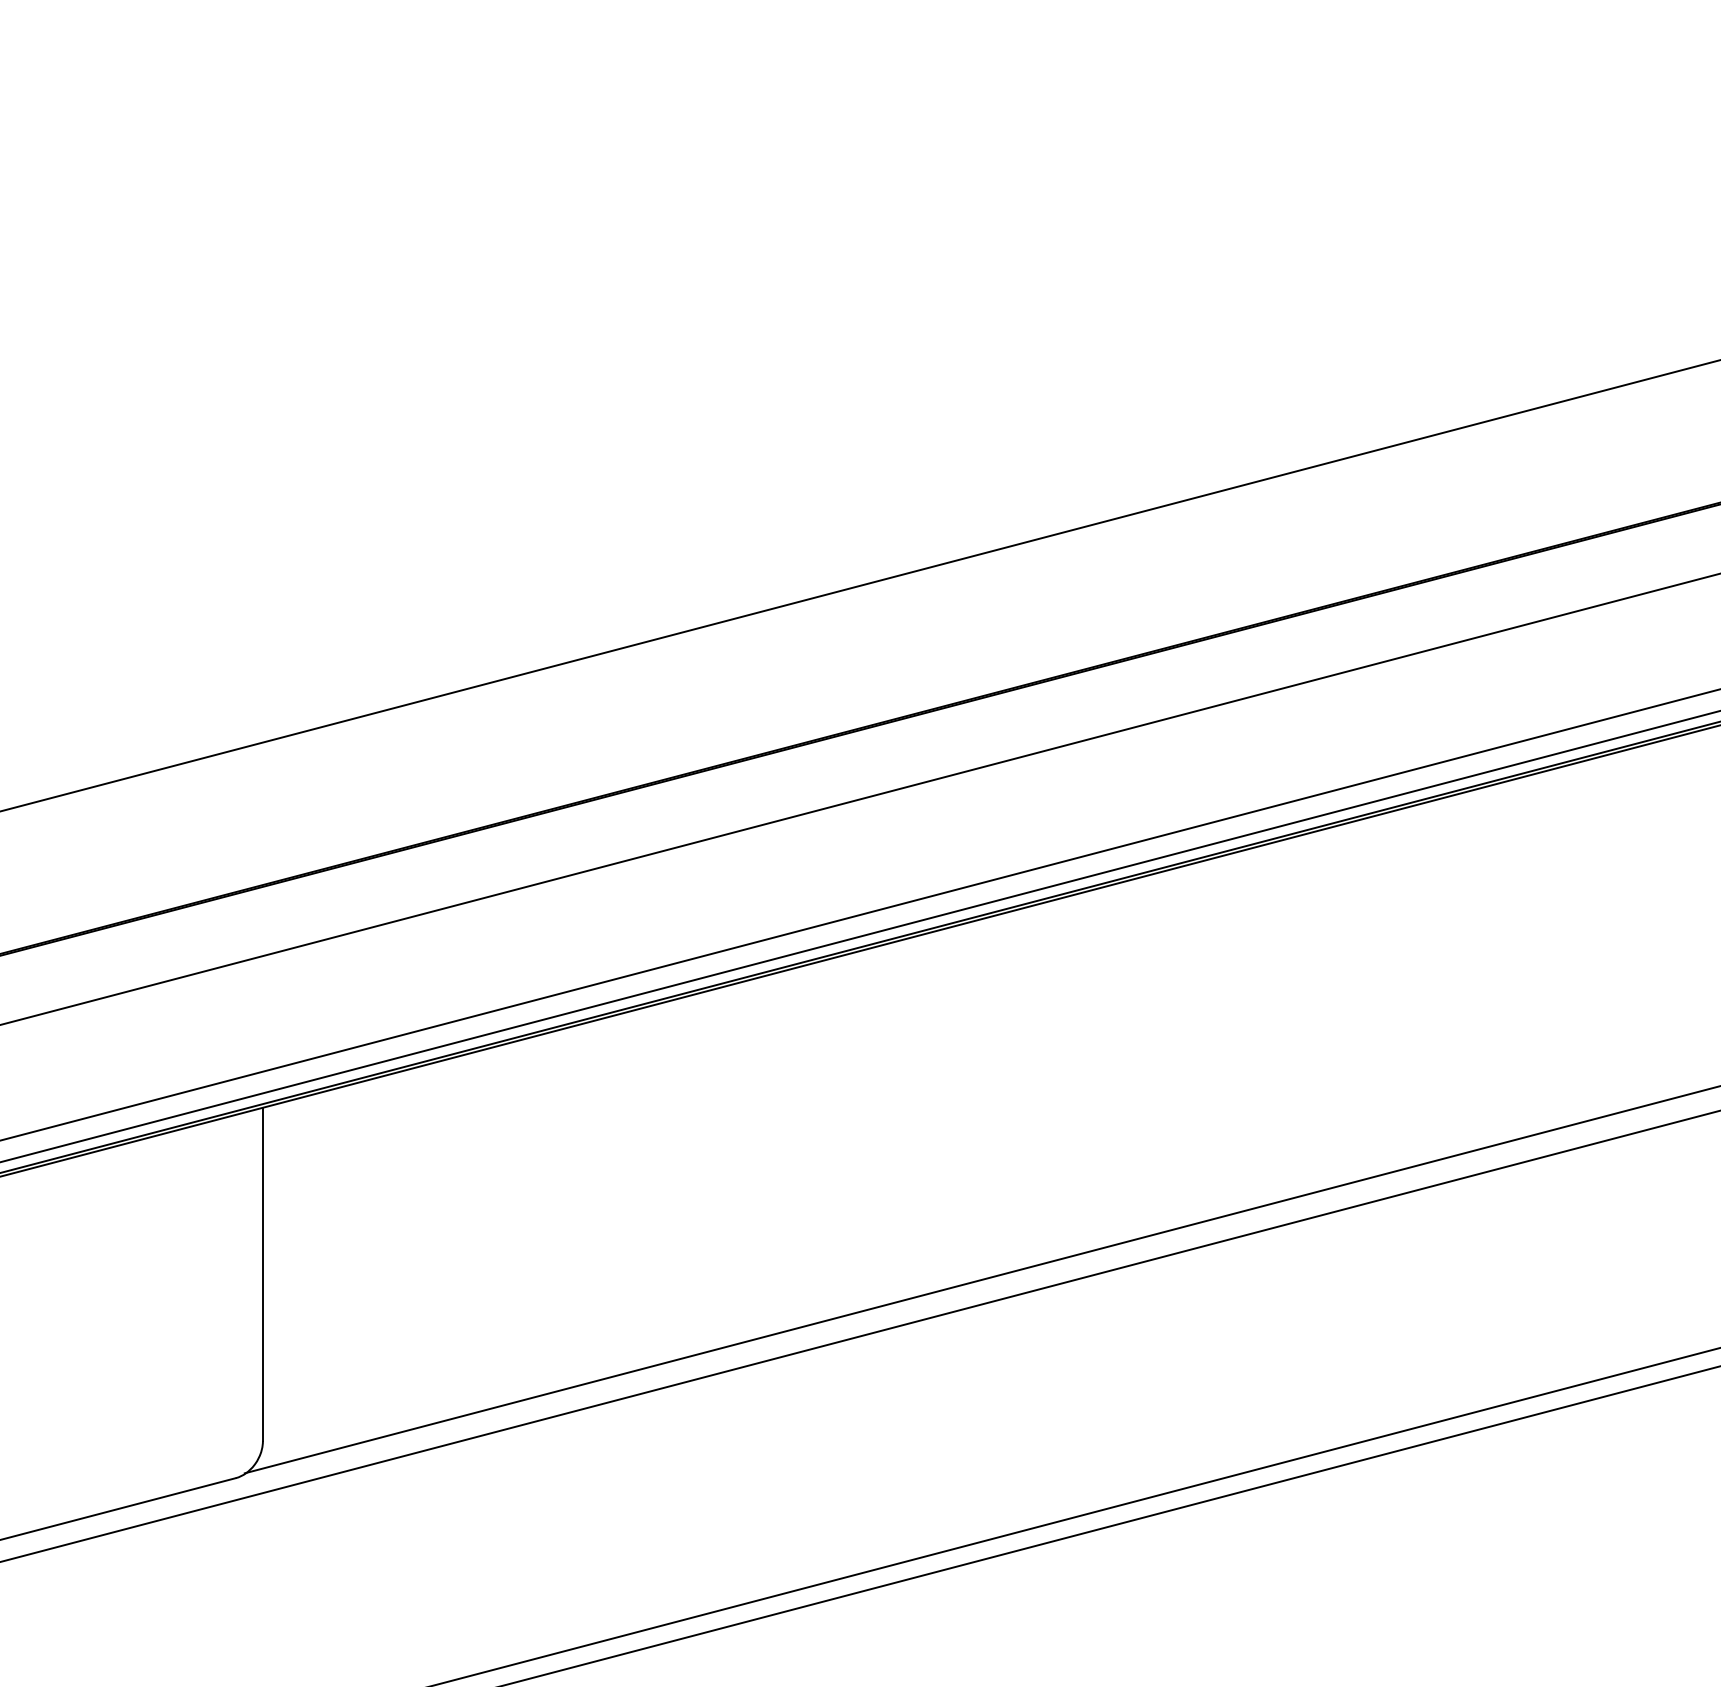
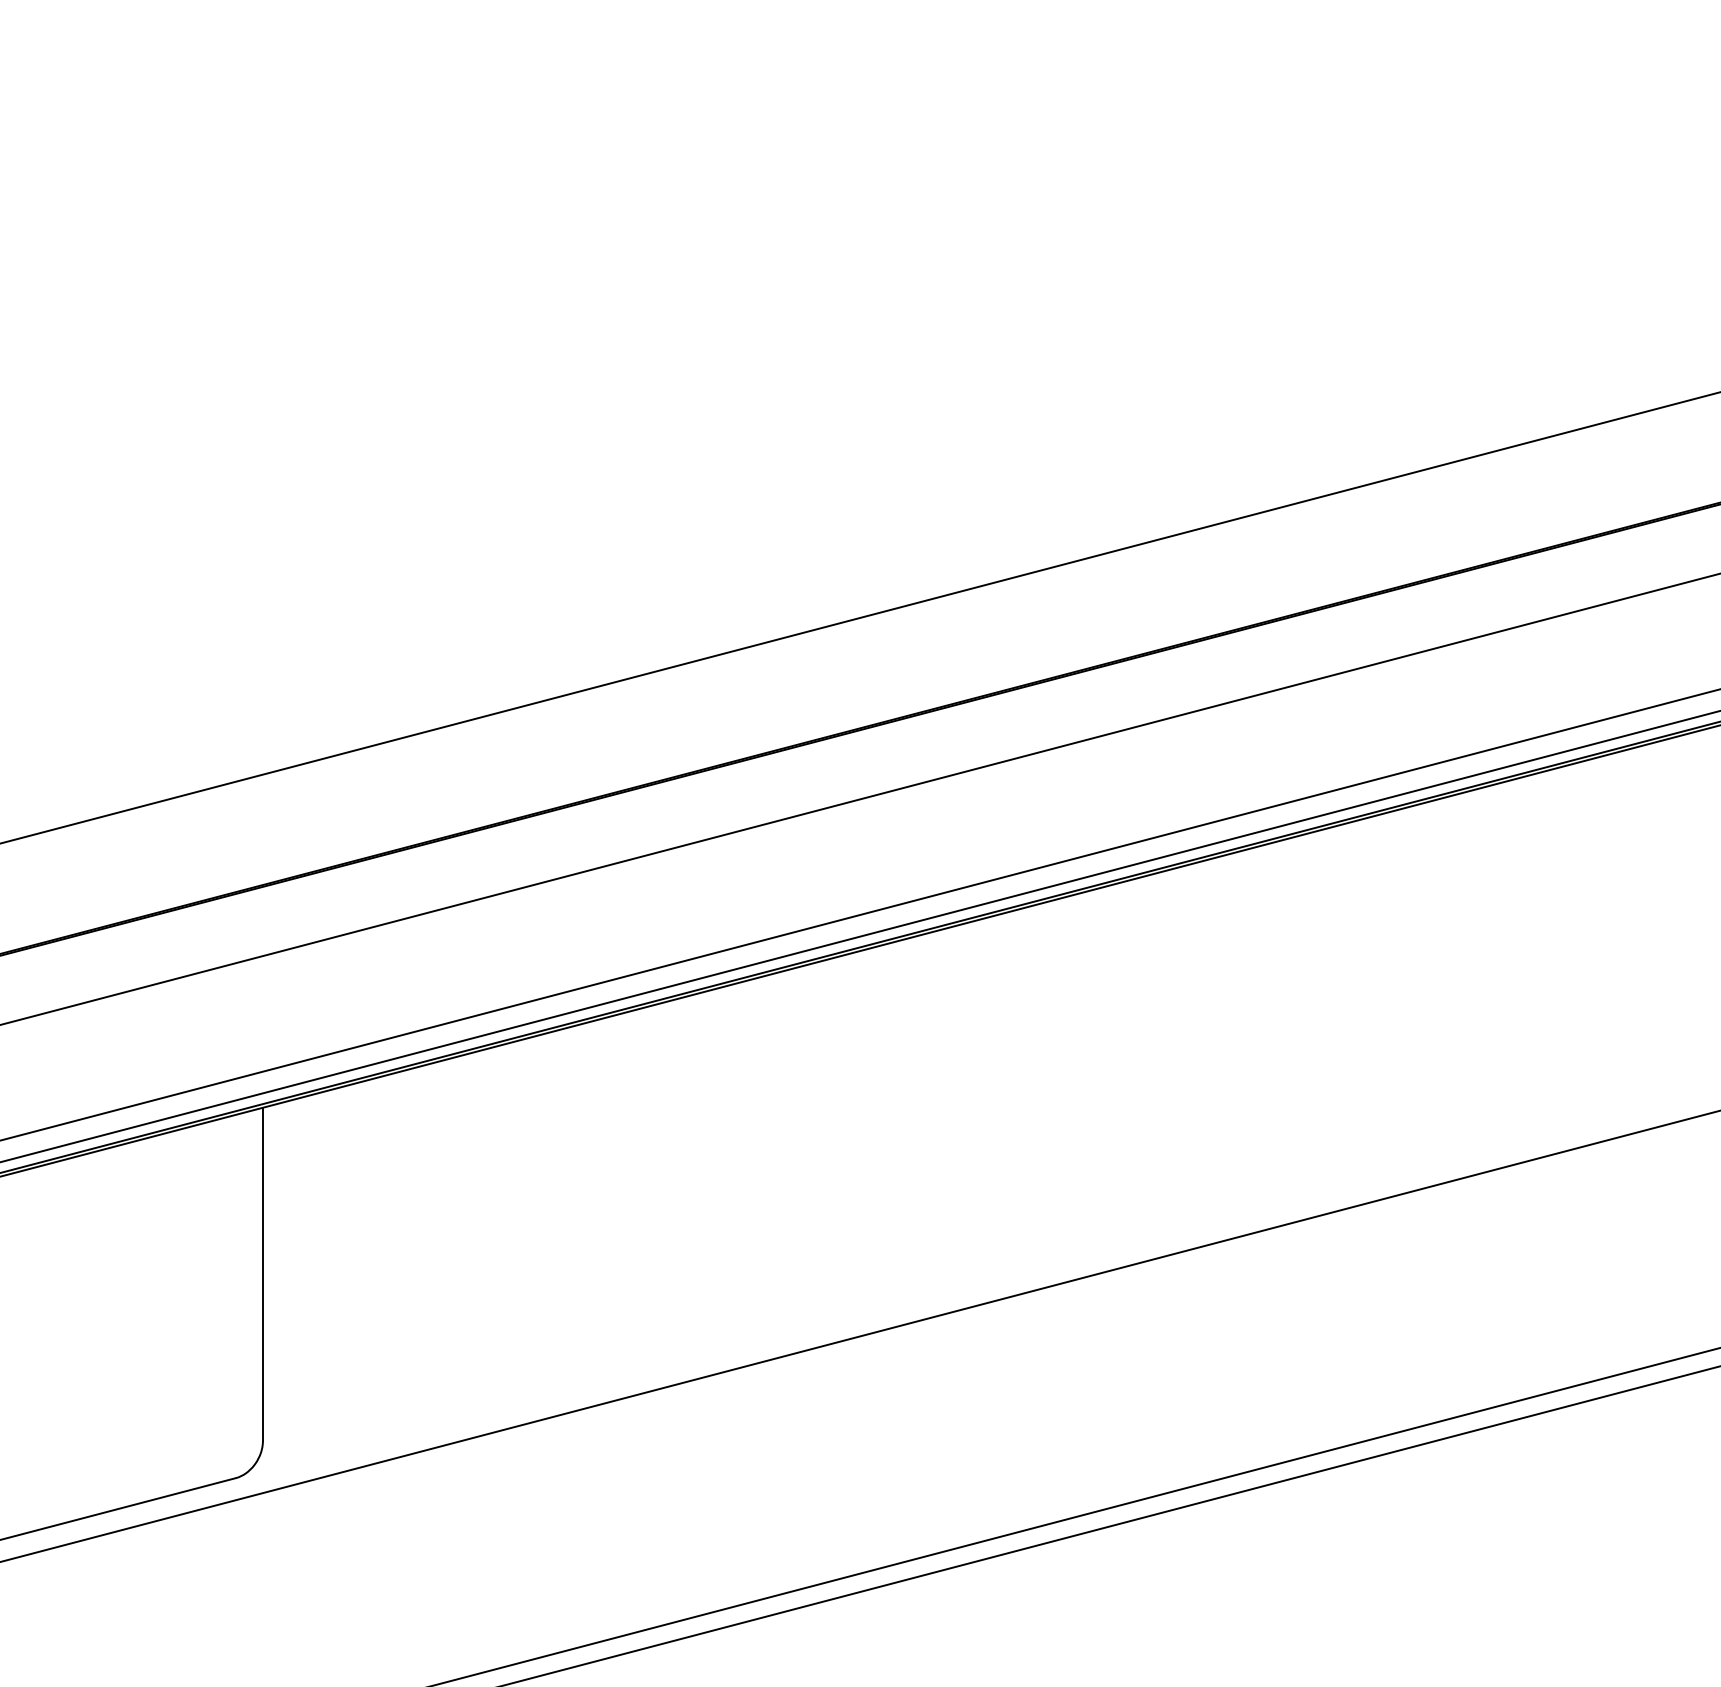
line at (859, 585) position: (859, 585) -> (859, 618)
line at (980, 1279): present -> none
